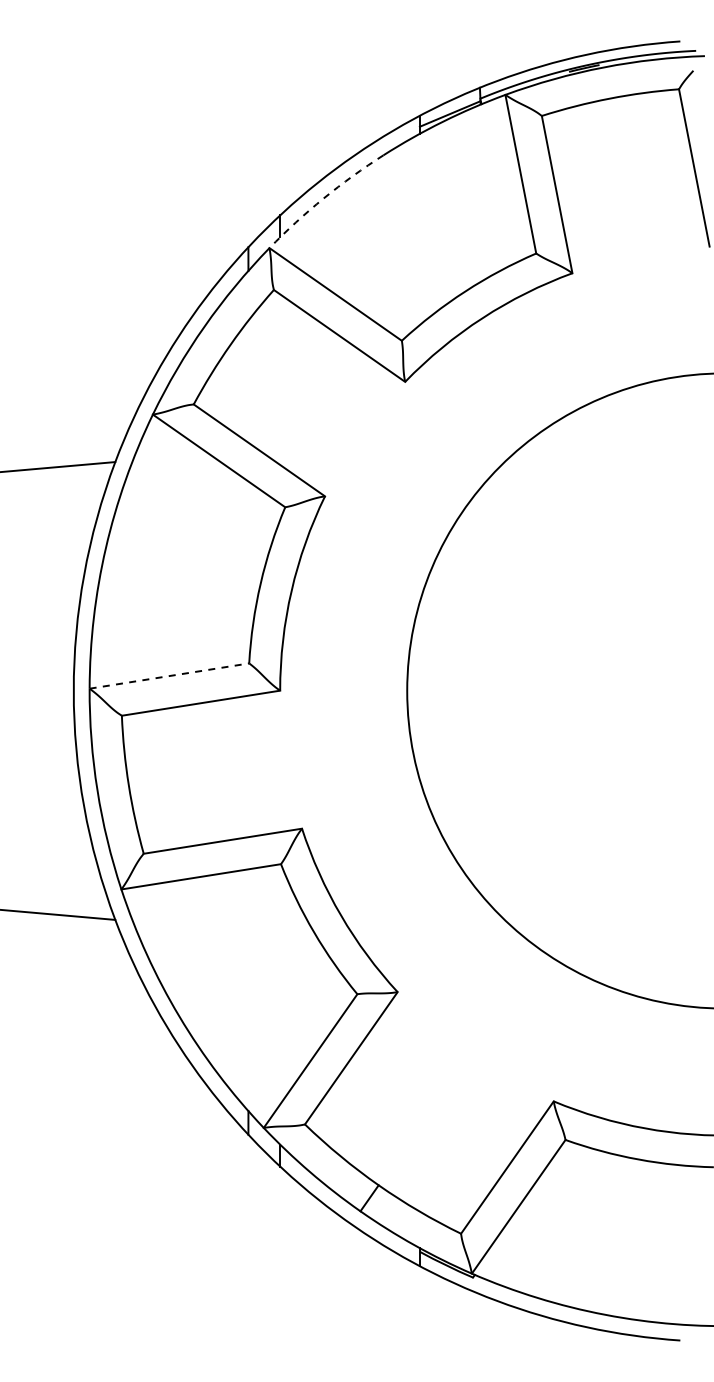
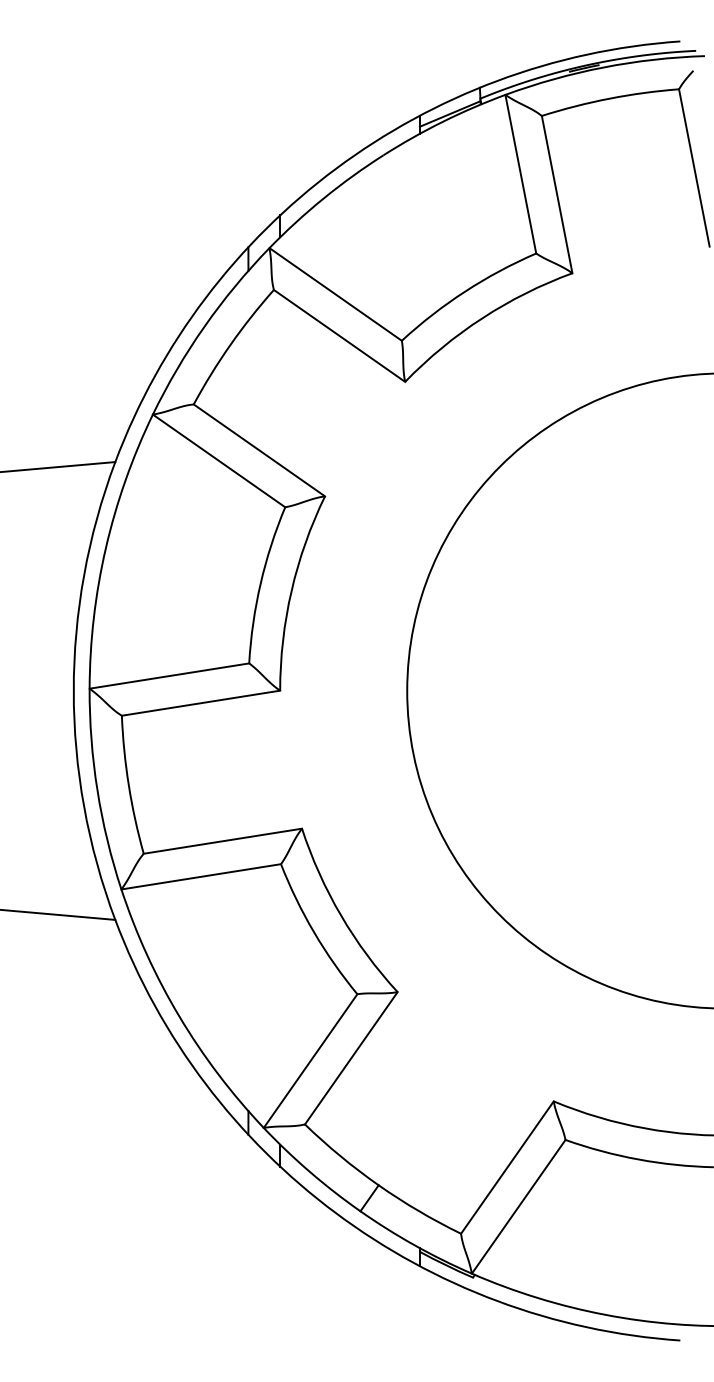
arc at (323, 198): dashed -> solid
line at (169, 676): dashed -> solid
